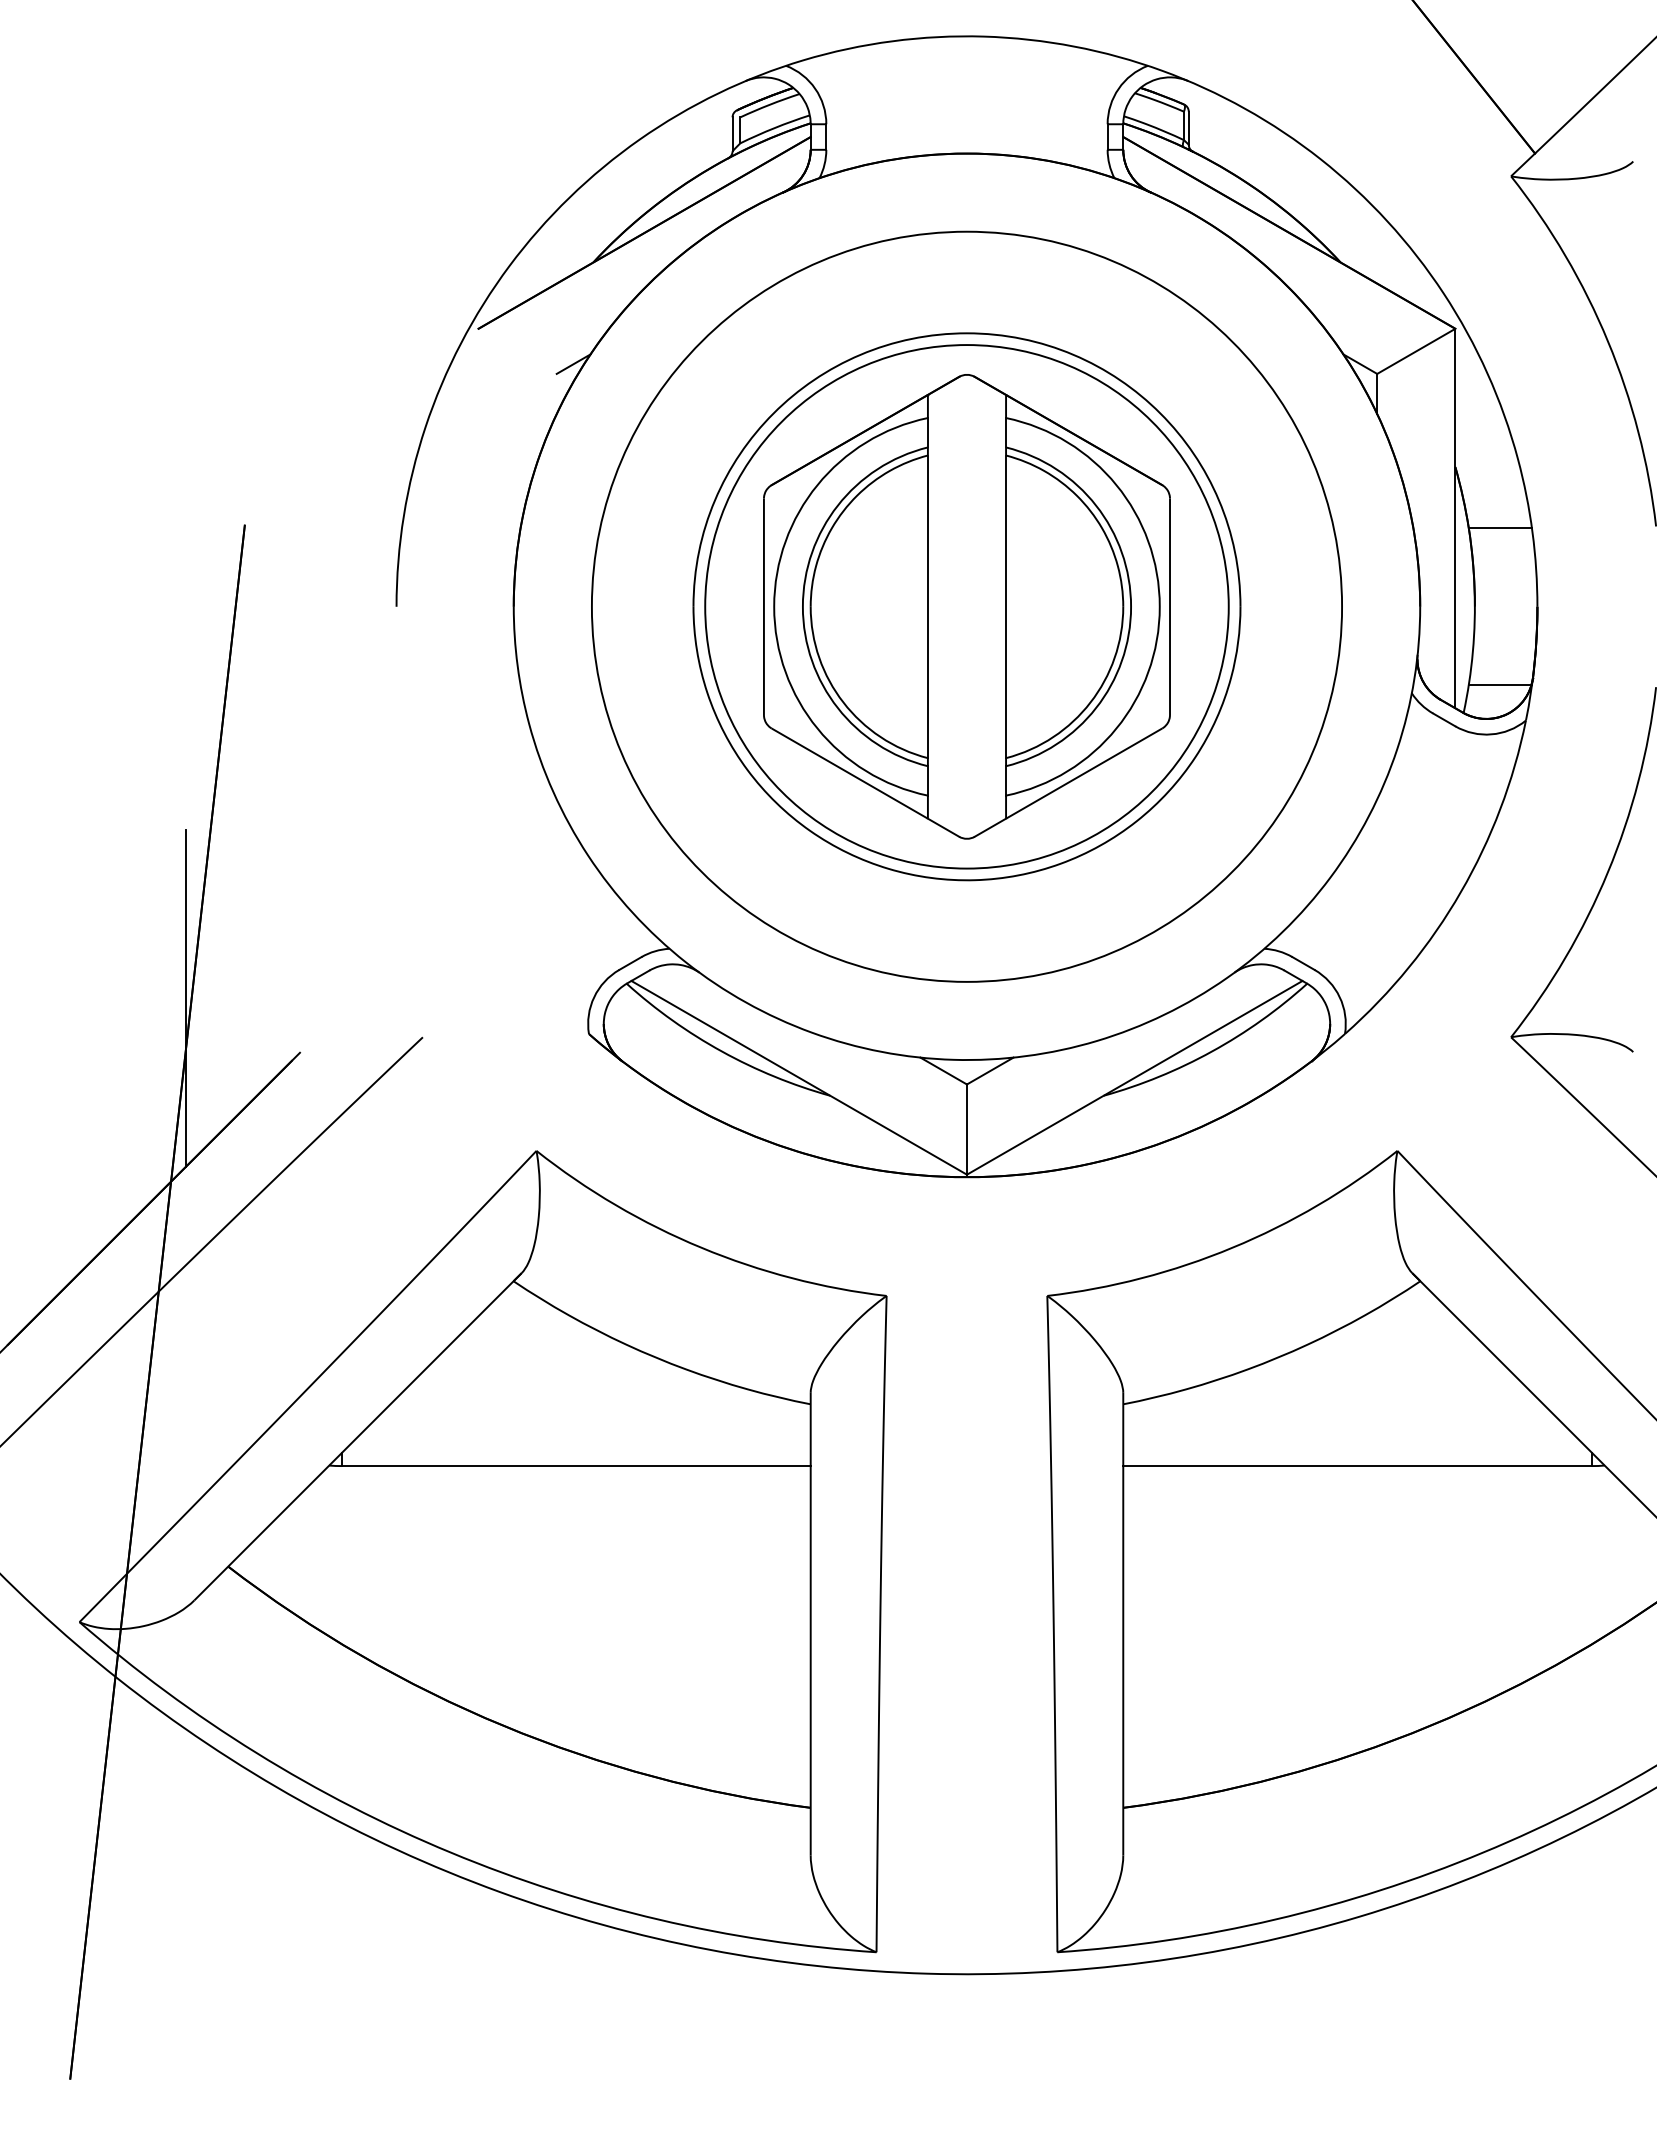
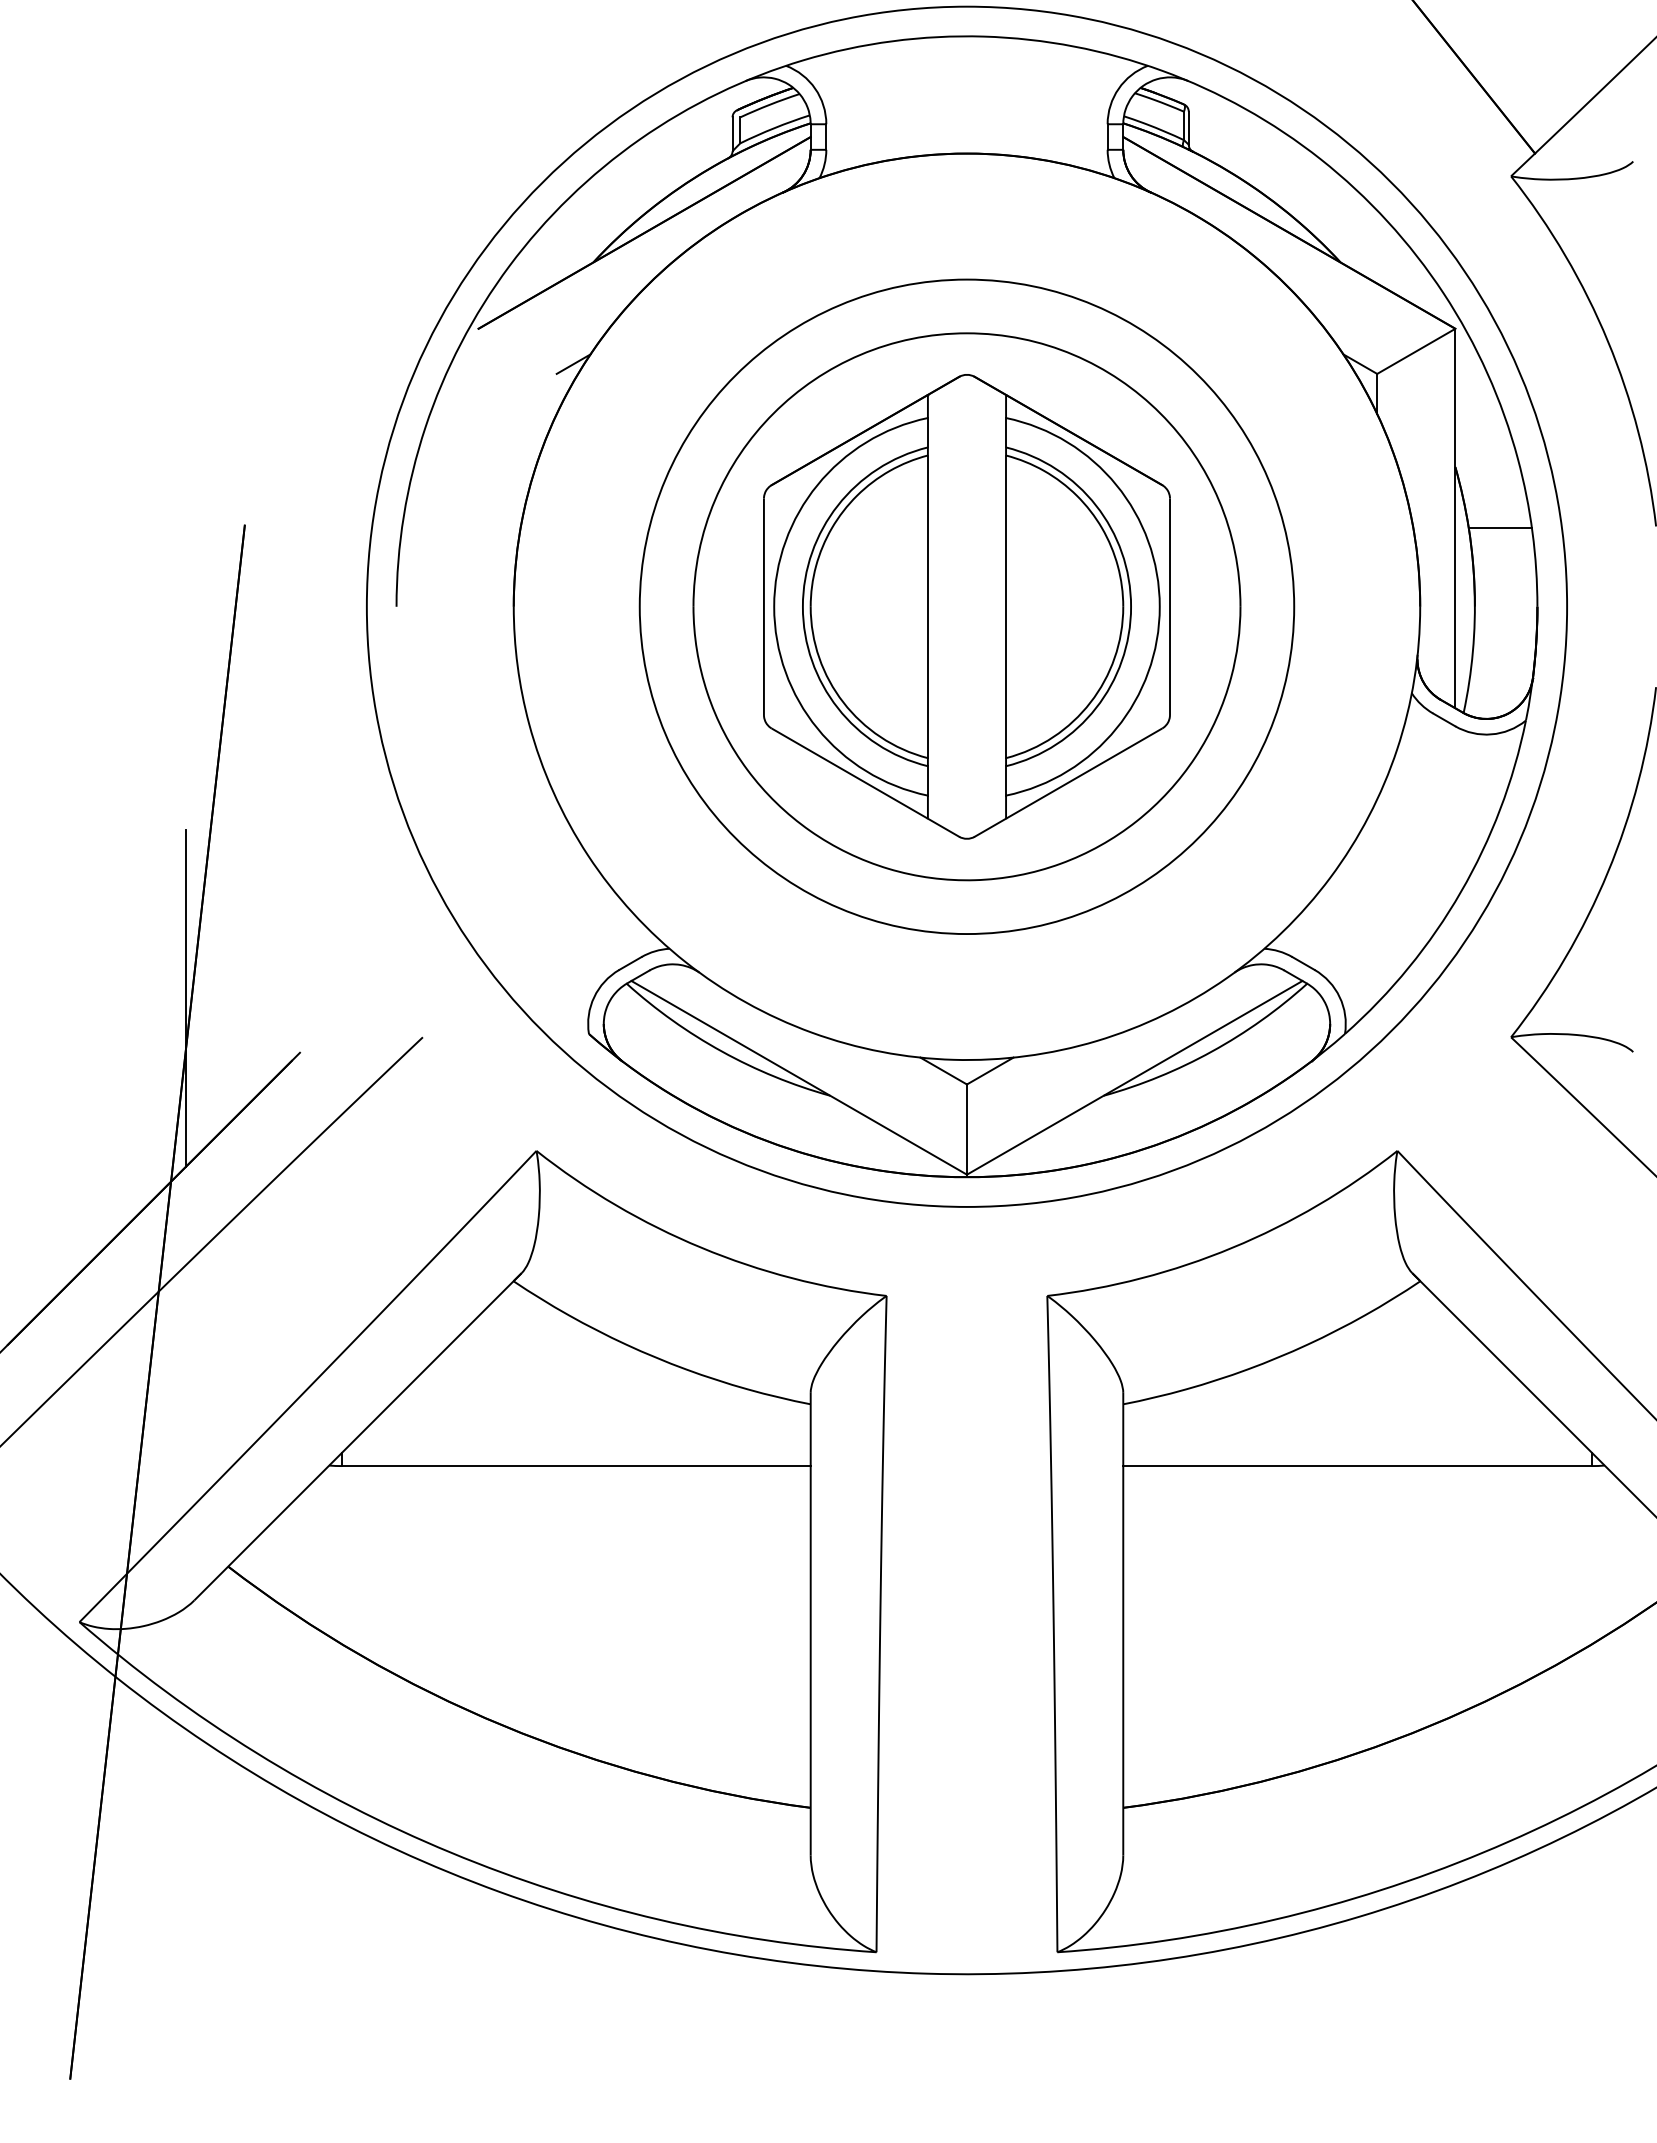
circle at (966, 606) diameter: 524 px -> 654 px
circle at (966, 606) diameter: 750 px -> 1200 px
line at (1499, 684): present -> none
